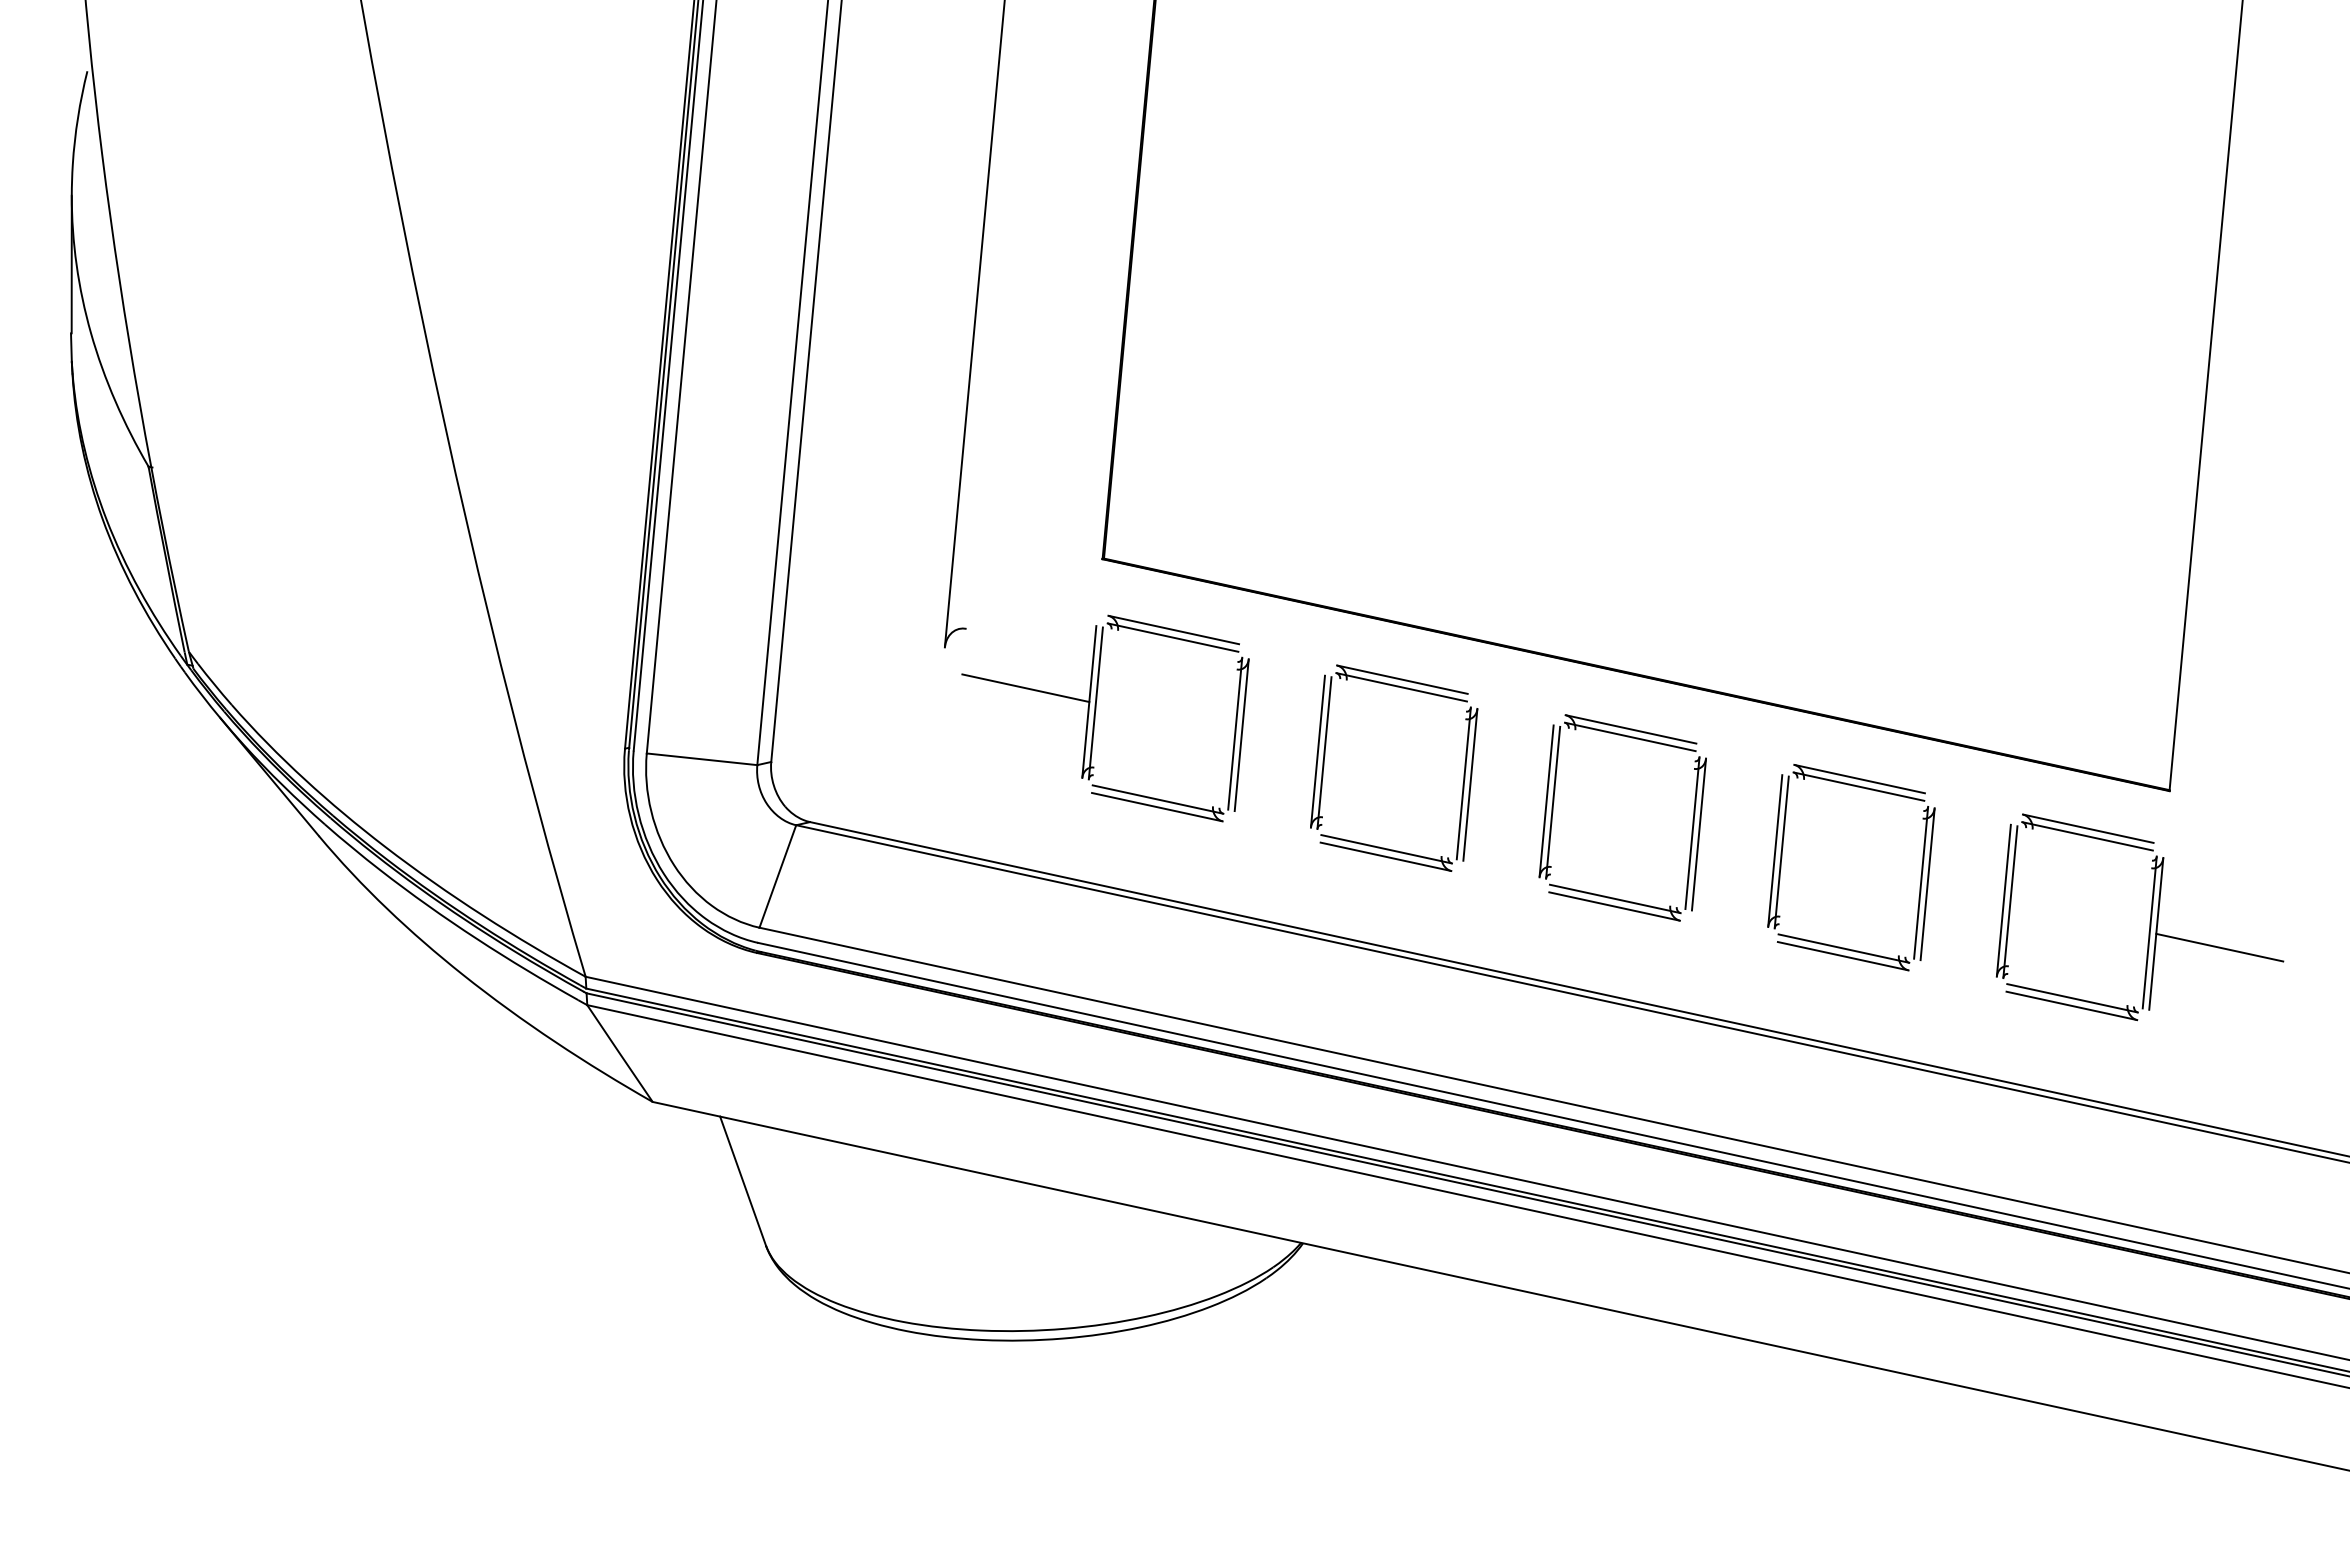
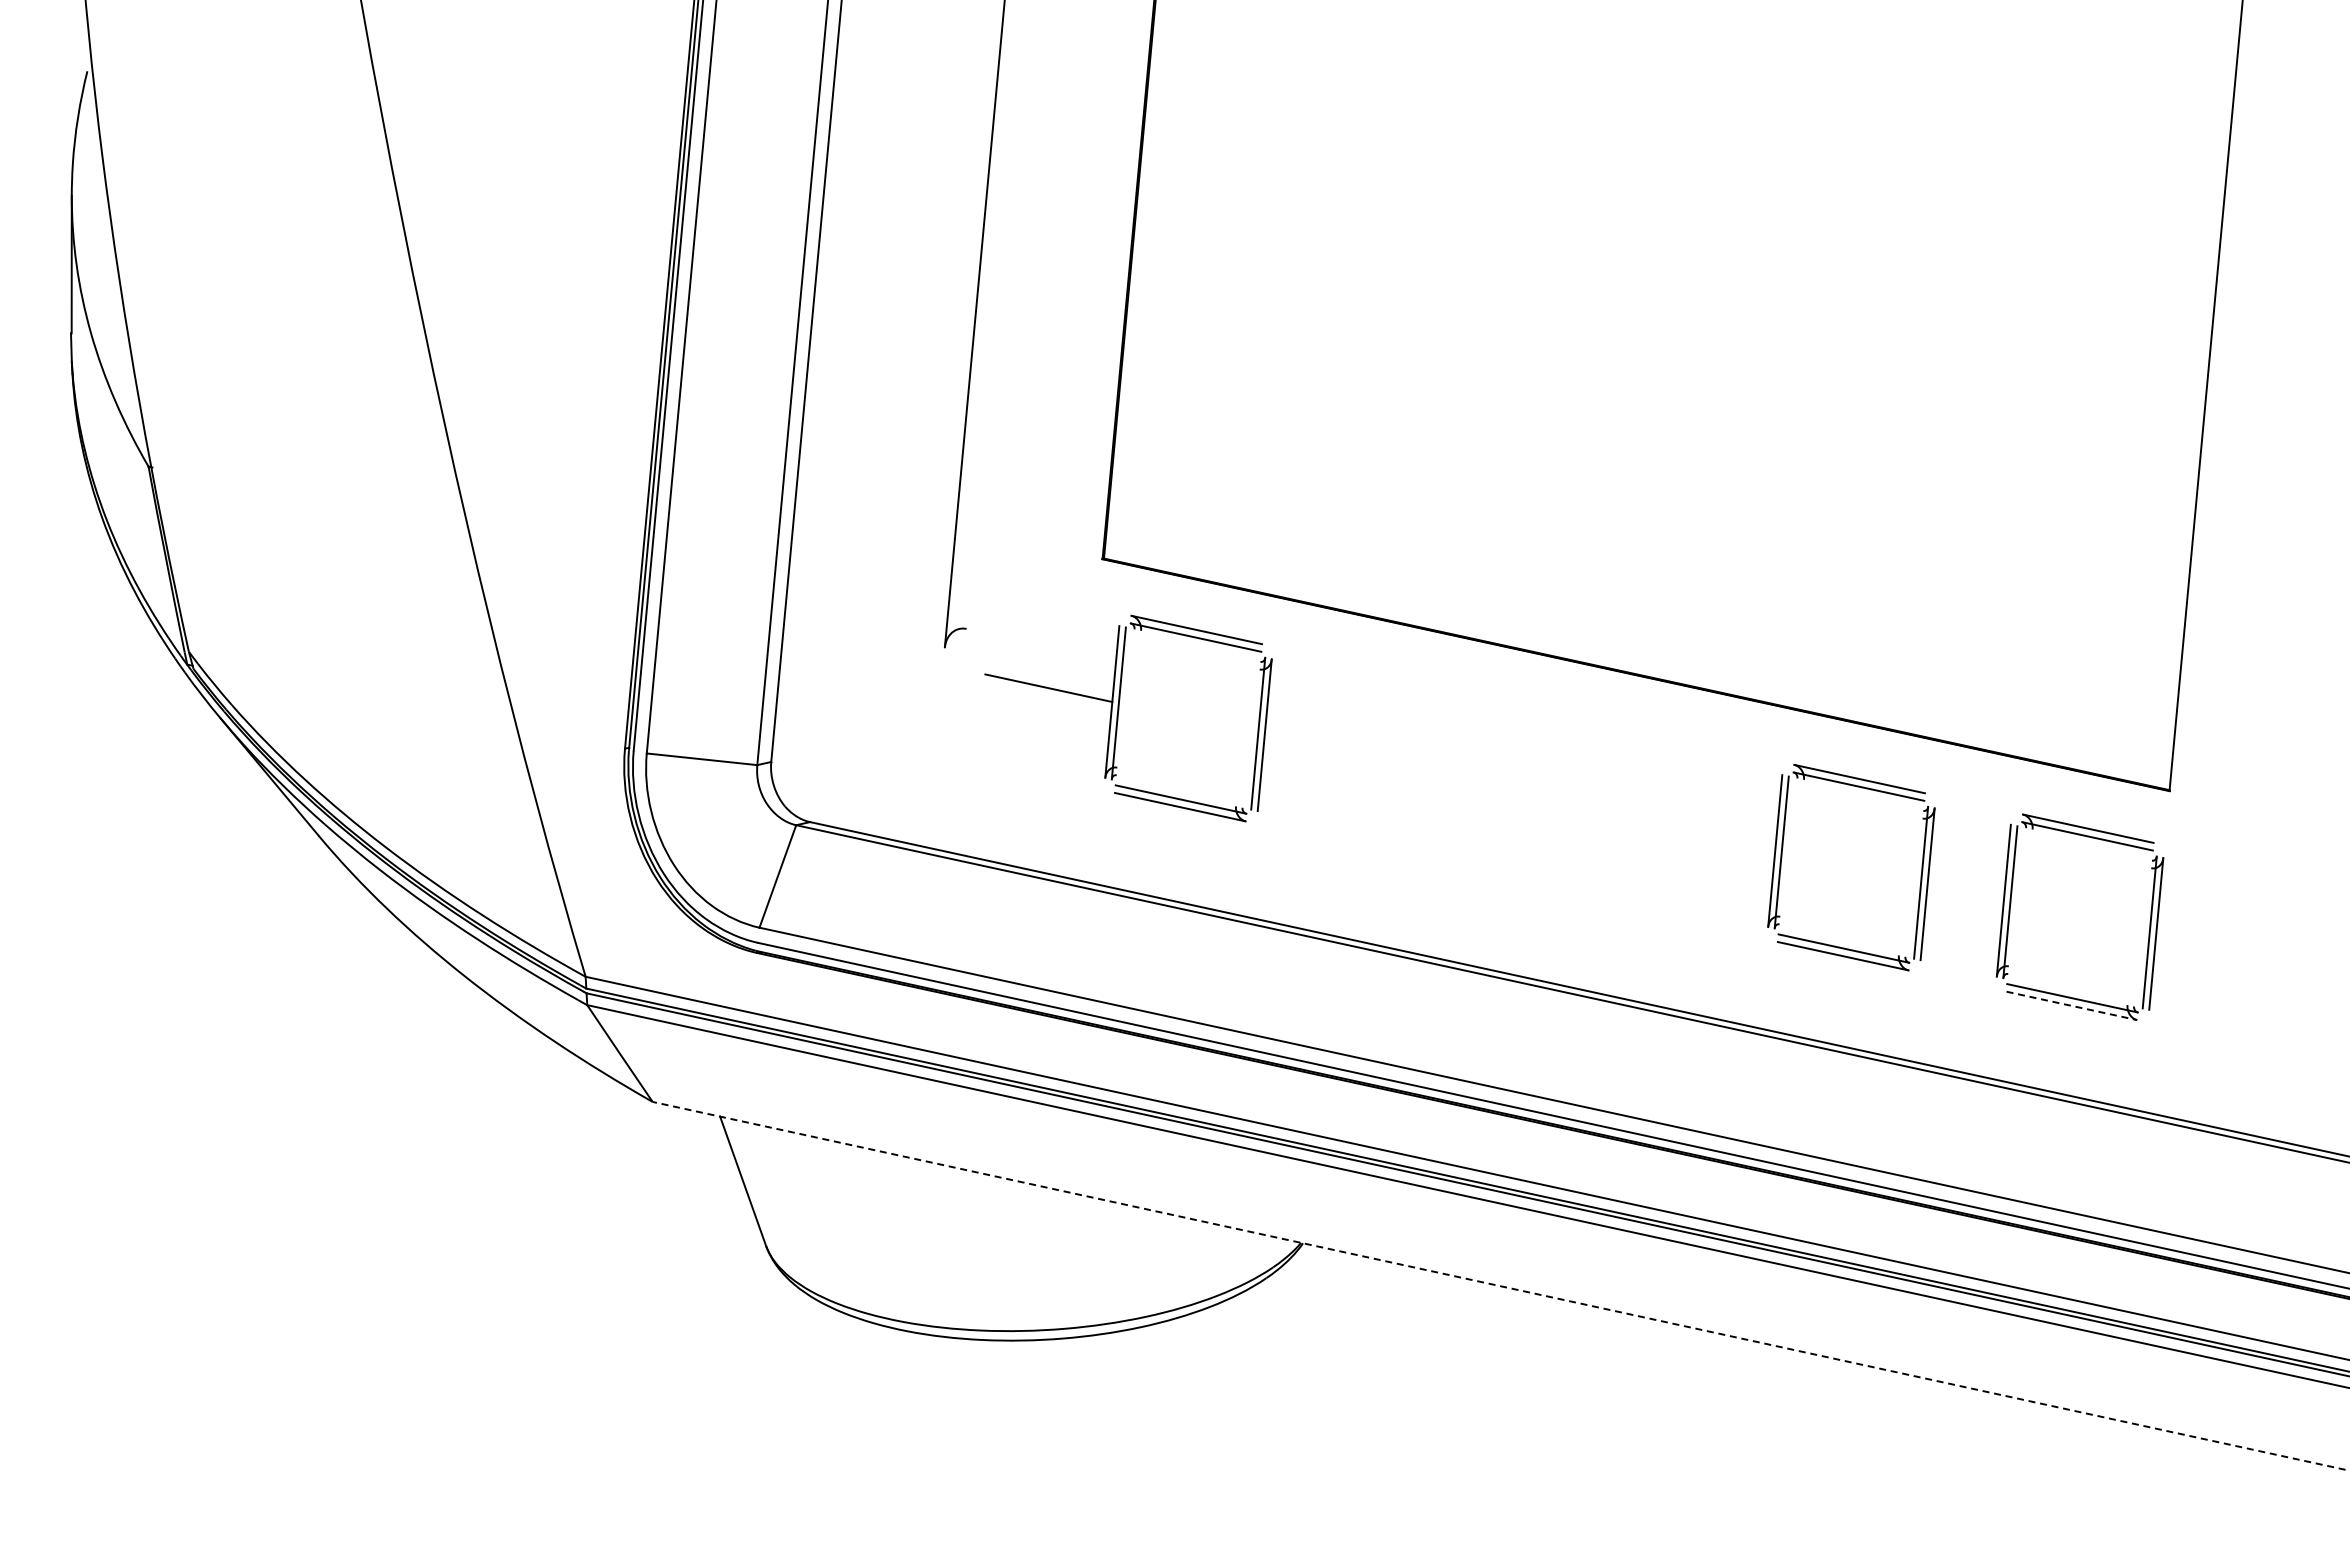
part at (1095, 718) position: (1095, 718) -> (1118, 718)
part at (1463, 773): present -> none
part at (1553, 812): present -> none
line at (2219, 947): present -> none
line at (2071, 1005): solid -> dashed
line at (1500, 1286): solid -> dashed
